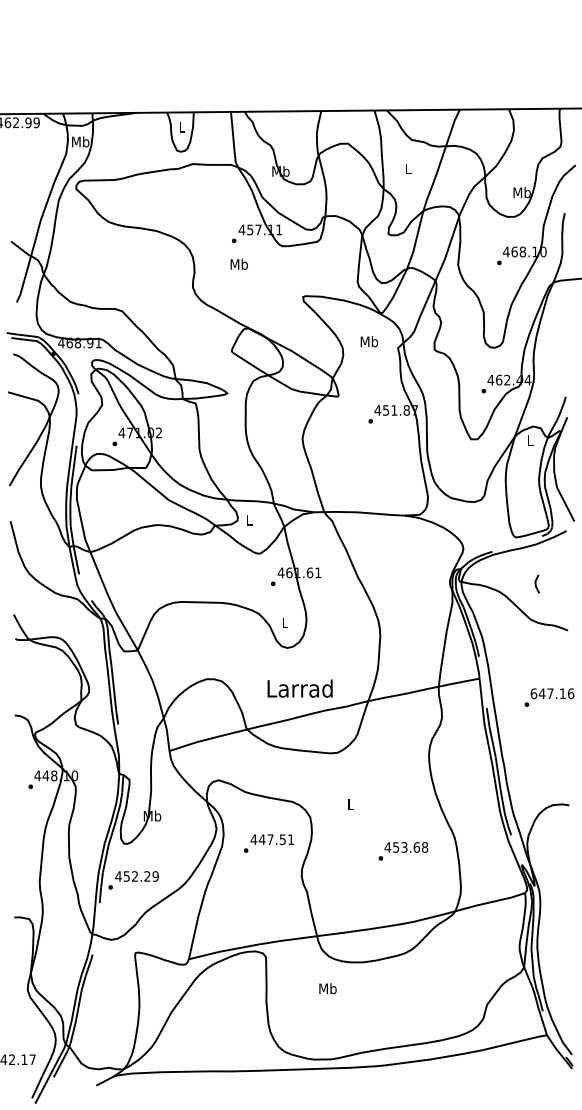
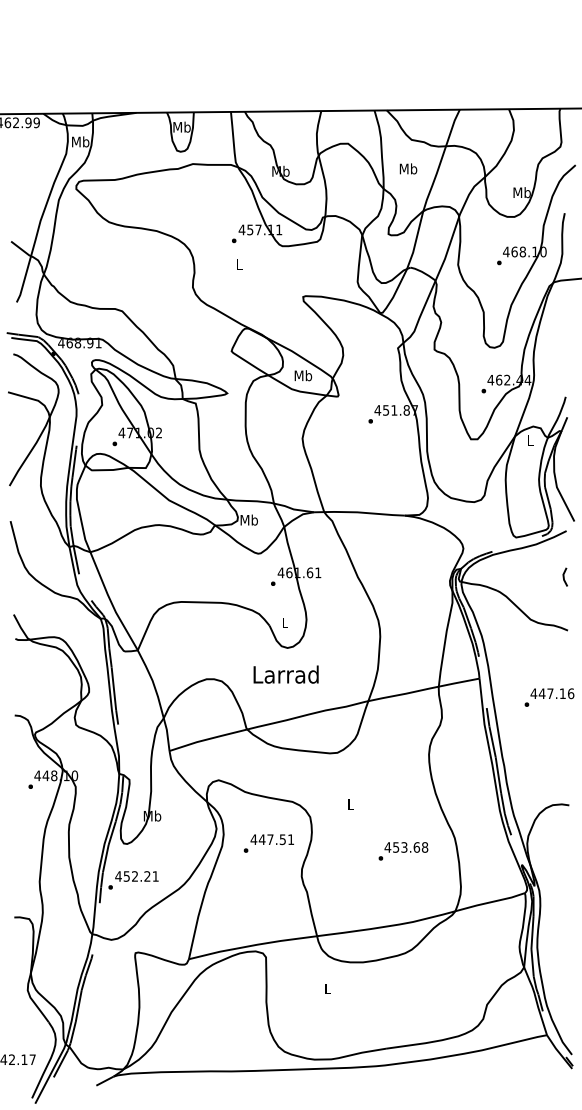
text at (181, 126): L -> Mb
text at (408, 168): L -> Mb
text at (238, 263): Mb -> L
text at (369, 341) position: (369, 341) -> (303, 375)
text at (248, 519): L -> Mb
line at (536, 583) position: (536, 583) -> (564, 576)
text at (299, 688) position: (299, 688) -> (285, 674)
text at (533, 693): 647.16 -> 447.16
text at (155, 876): 452.29 -> 452.21
text at (327, 988): Mb -> L
